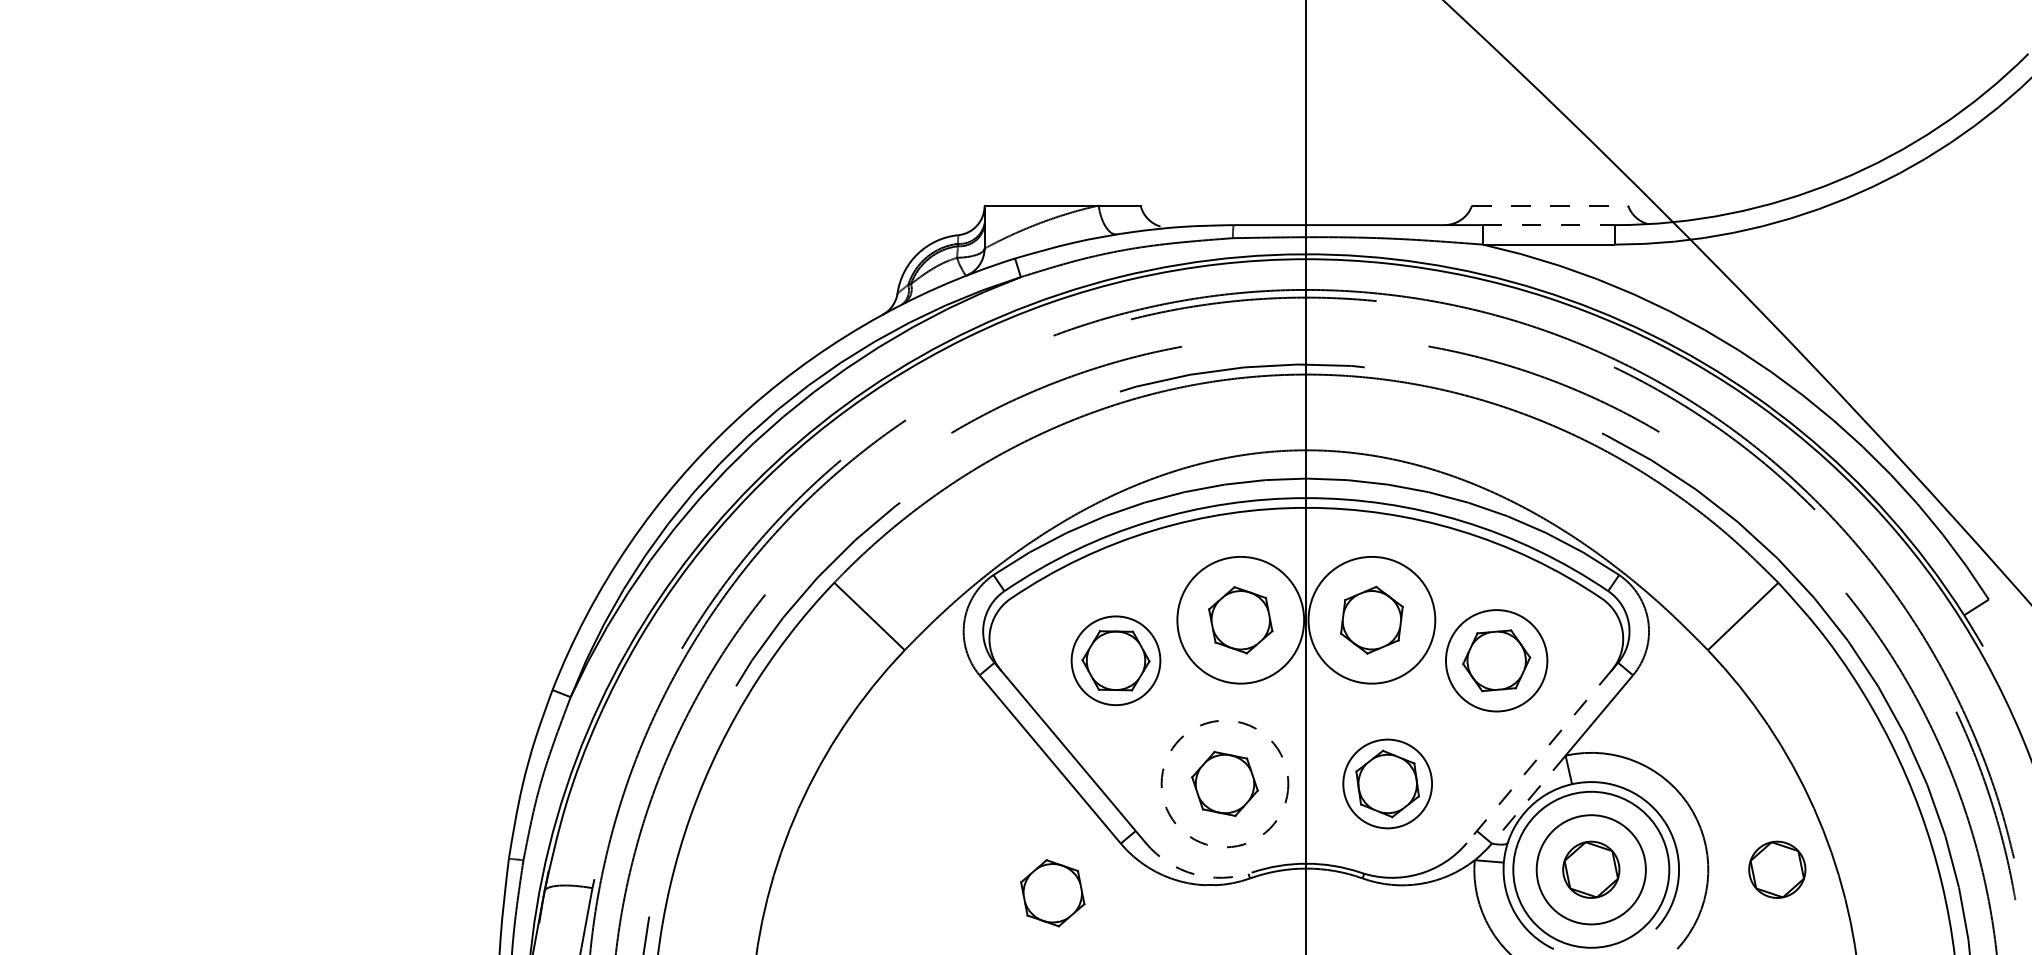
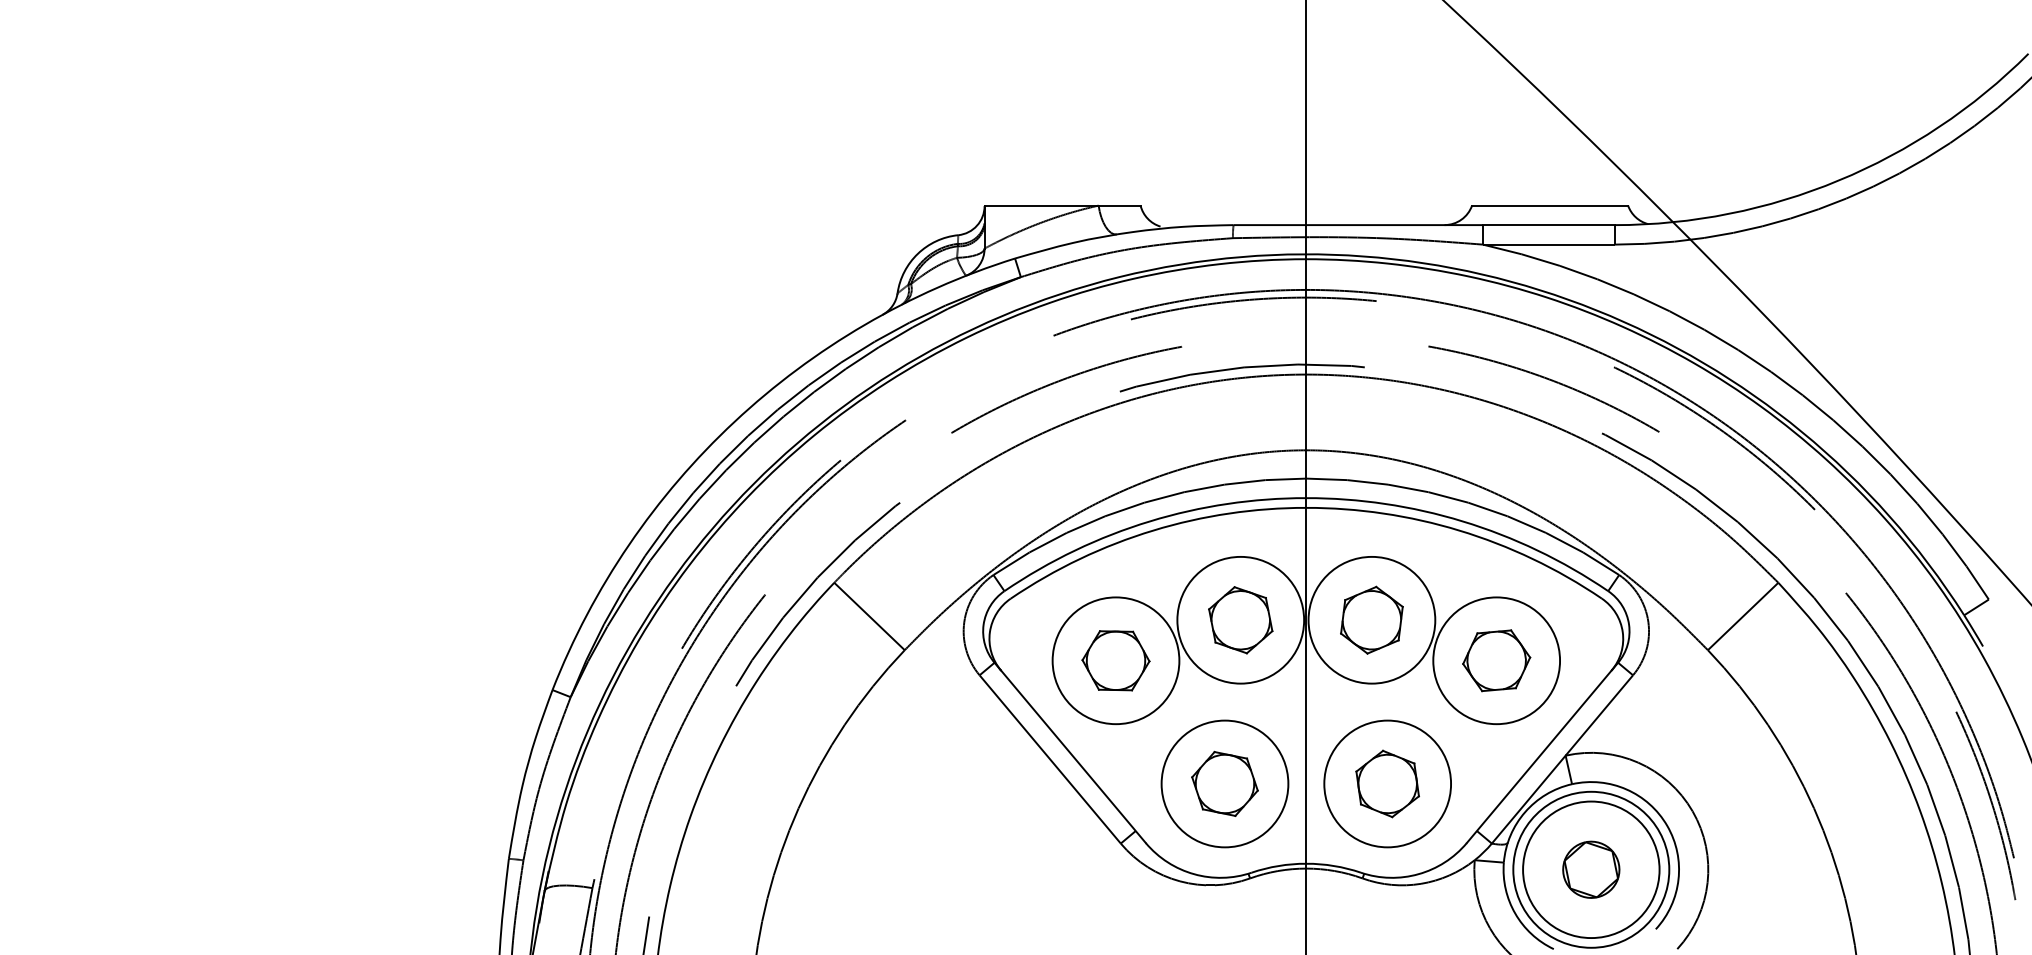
line at (1550, 205): dashed -> solid
line at (1548, 225): dashed -> solid
circle at (1115, 660) diameter: 89 px -> 127 px
circle at (1496, 660) diameter: 101 px -> 127 px
line at (1539, 756): dashed -> solid
circle at (1224, 783): dashed -> solid
circle at (1387, 783) diameter: 89 px -> 127 px
line at (1528, 800): dashed -> solid
circle at (1590, 869) diameter: 109 px -> 136 px
part at (1777, 869): present -> none
arc at (1194, 874): dashed -> solid
part at (1052, 893): present -> none
